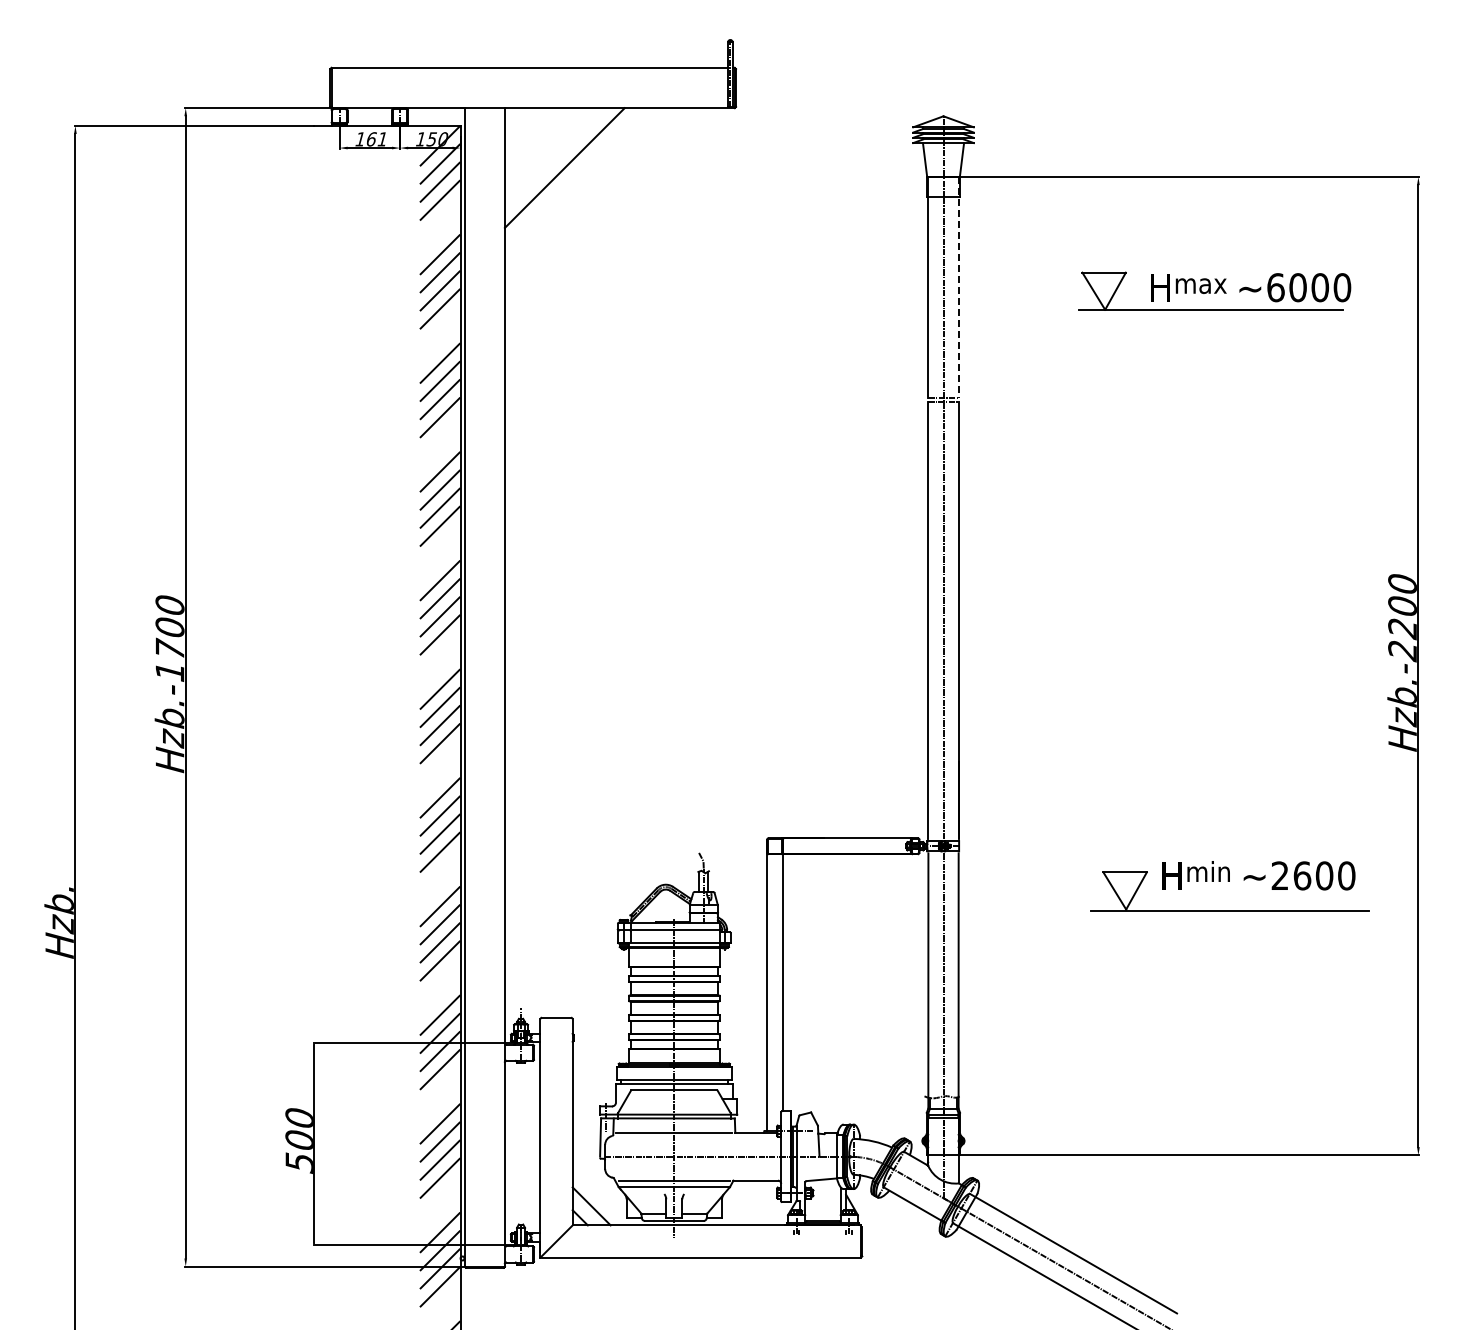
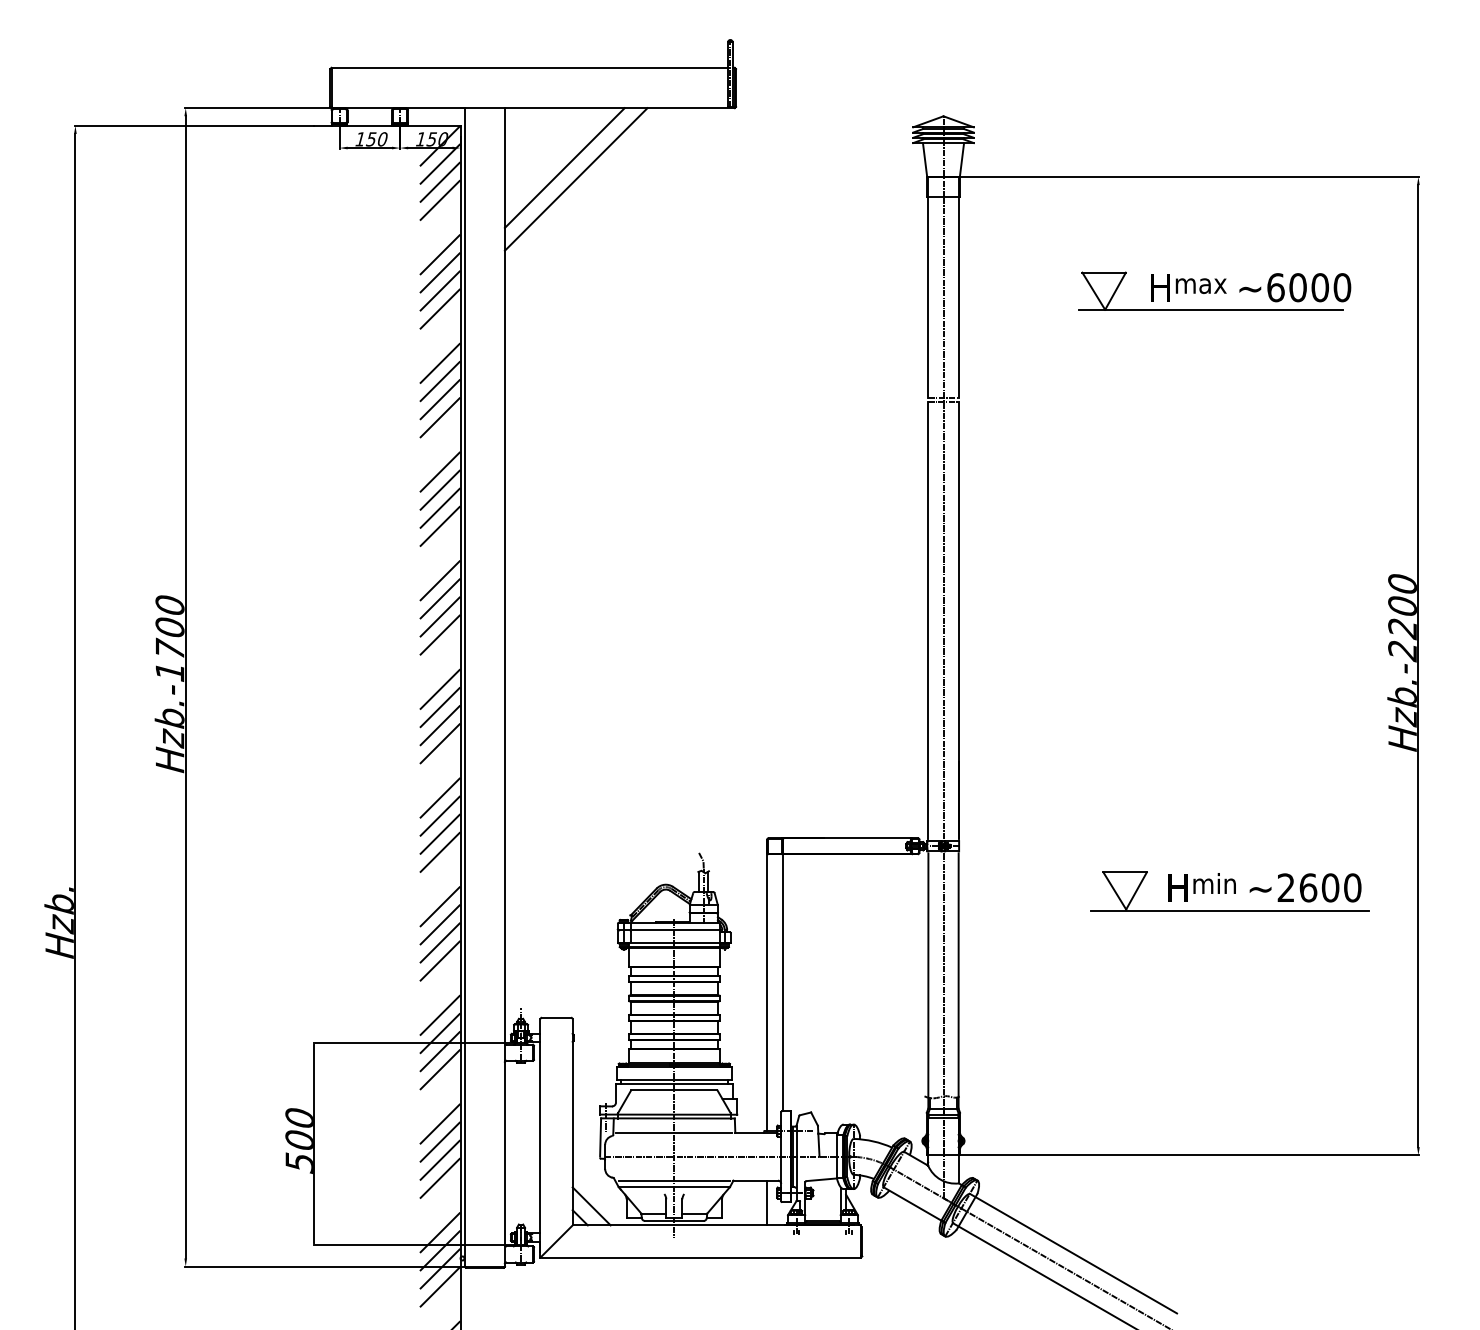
text at (376, 139): 161 -> 150
line at (575, 179): none -> present
line at (958, 288): dashed -> solid
text at (1258, 875) position: (1258, 875) -> (1264, 887)
line at (767, 1202): none -> present
